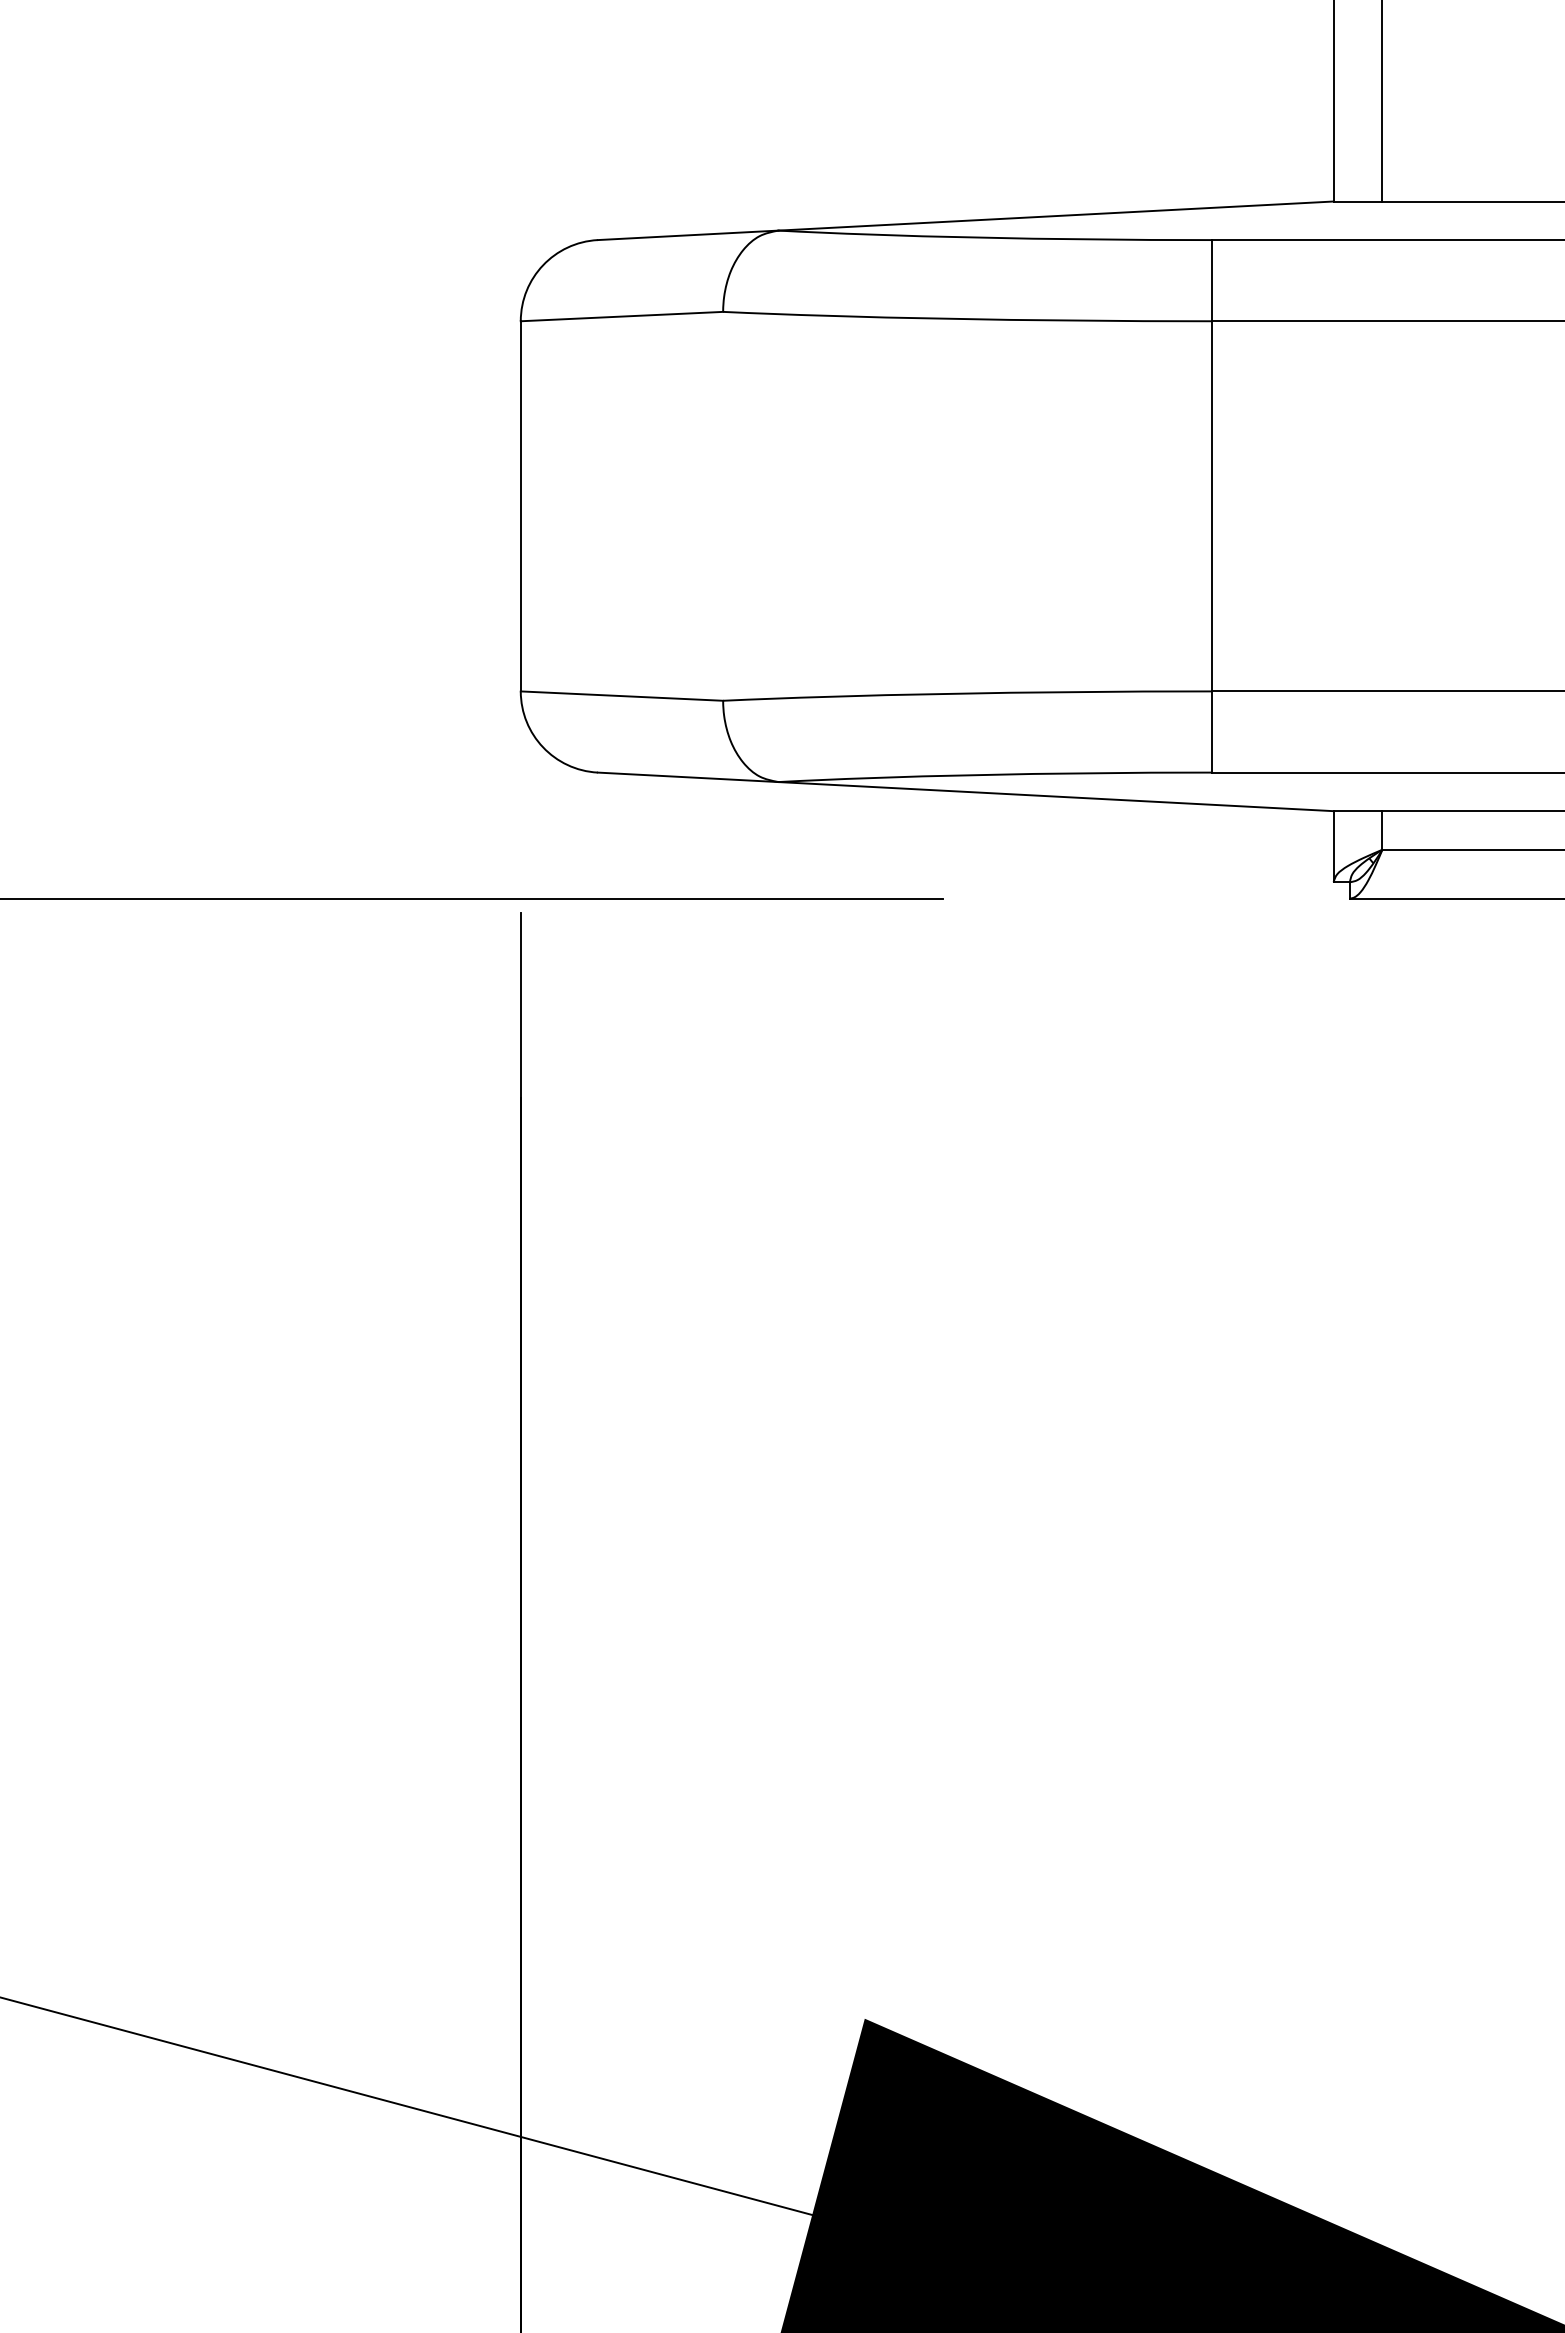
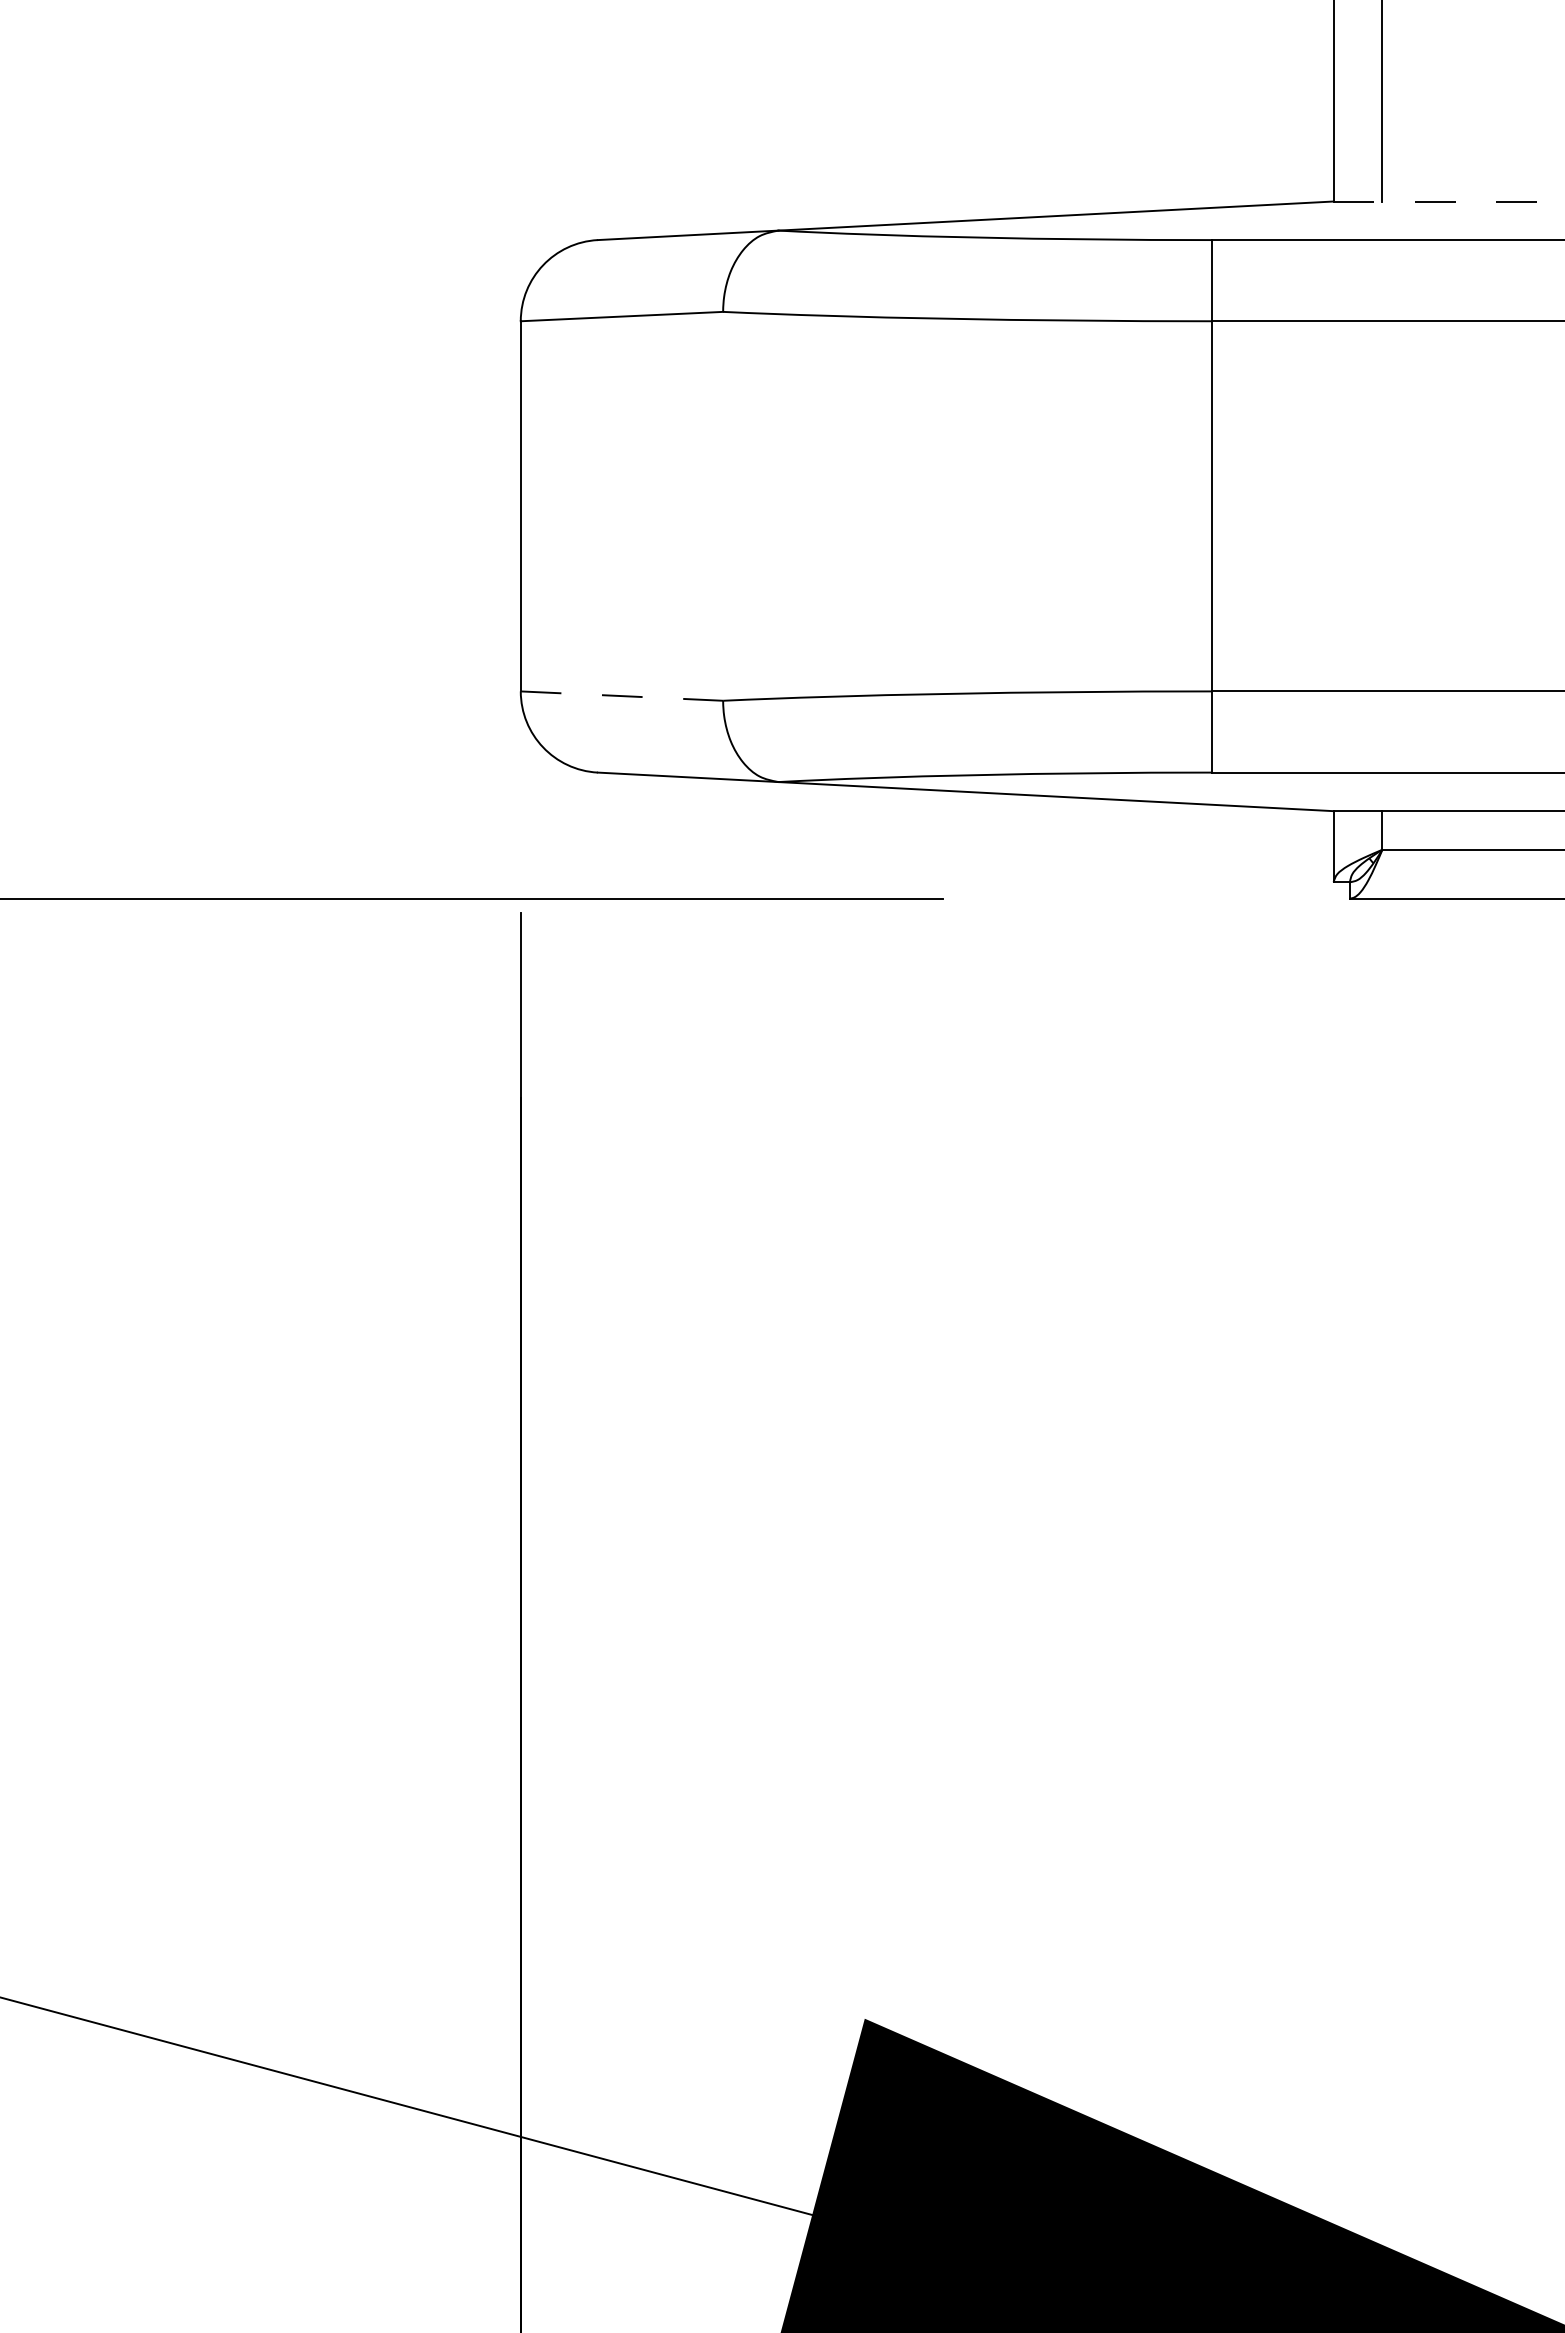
line at (1449, 201): solid -> dashed
line at (622, 696): solid -> dashed
